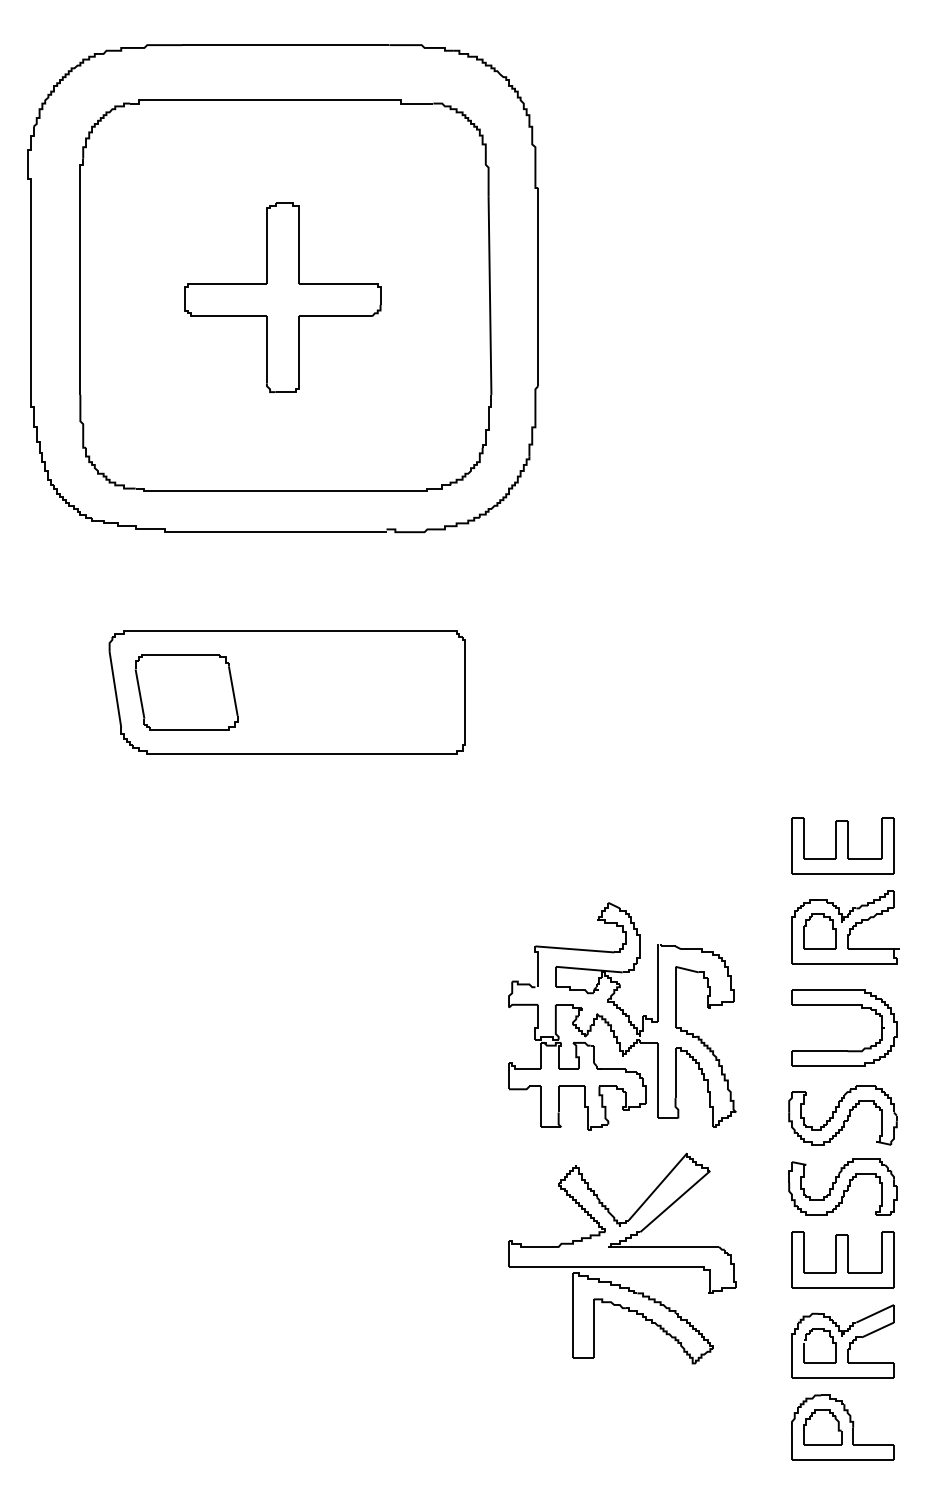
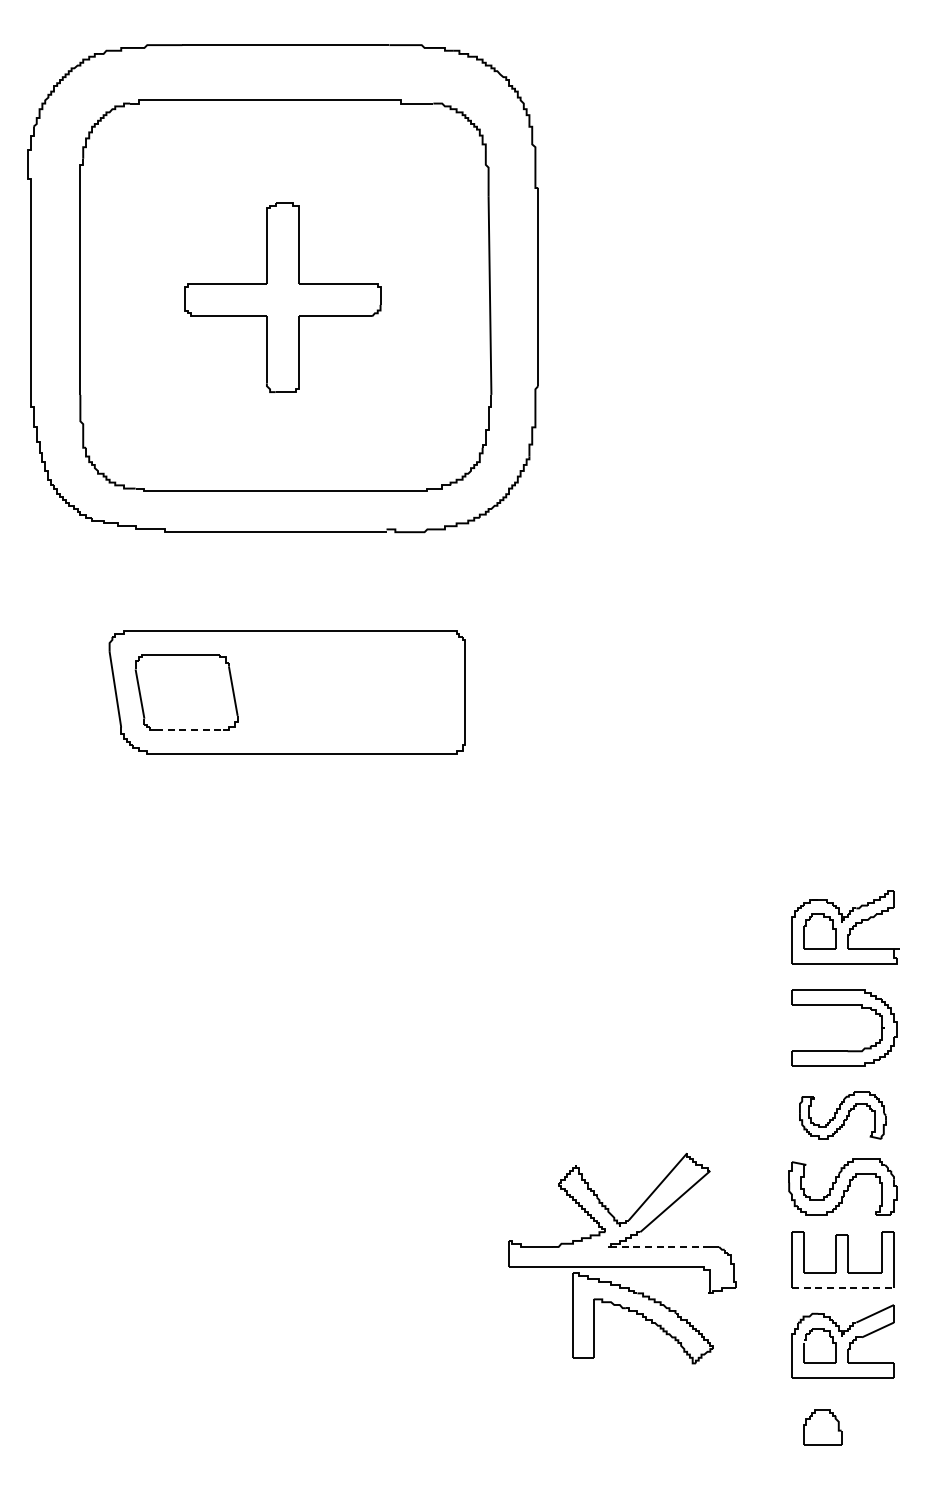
line at (189, 730): solid -> dashed
part at (842, 845): present -> none
part at (622, 1016): present -> none
part at (842, 1115) size: 110x61 px -> 88x49 px
line at (658, 1246): solid -> dashed
line at (843, 1287): solid -> dashed
part at (842, 1427): present -> none
